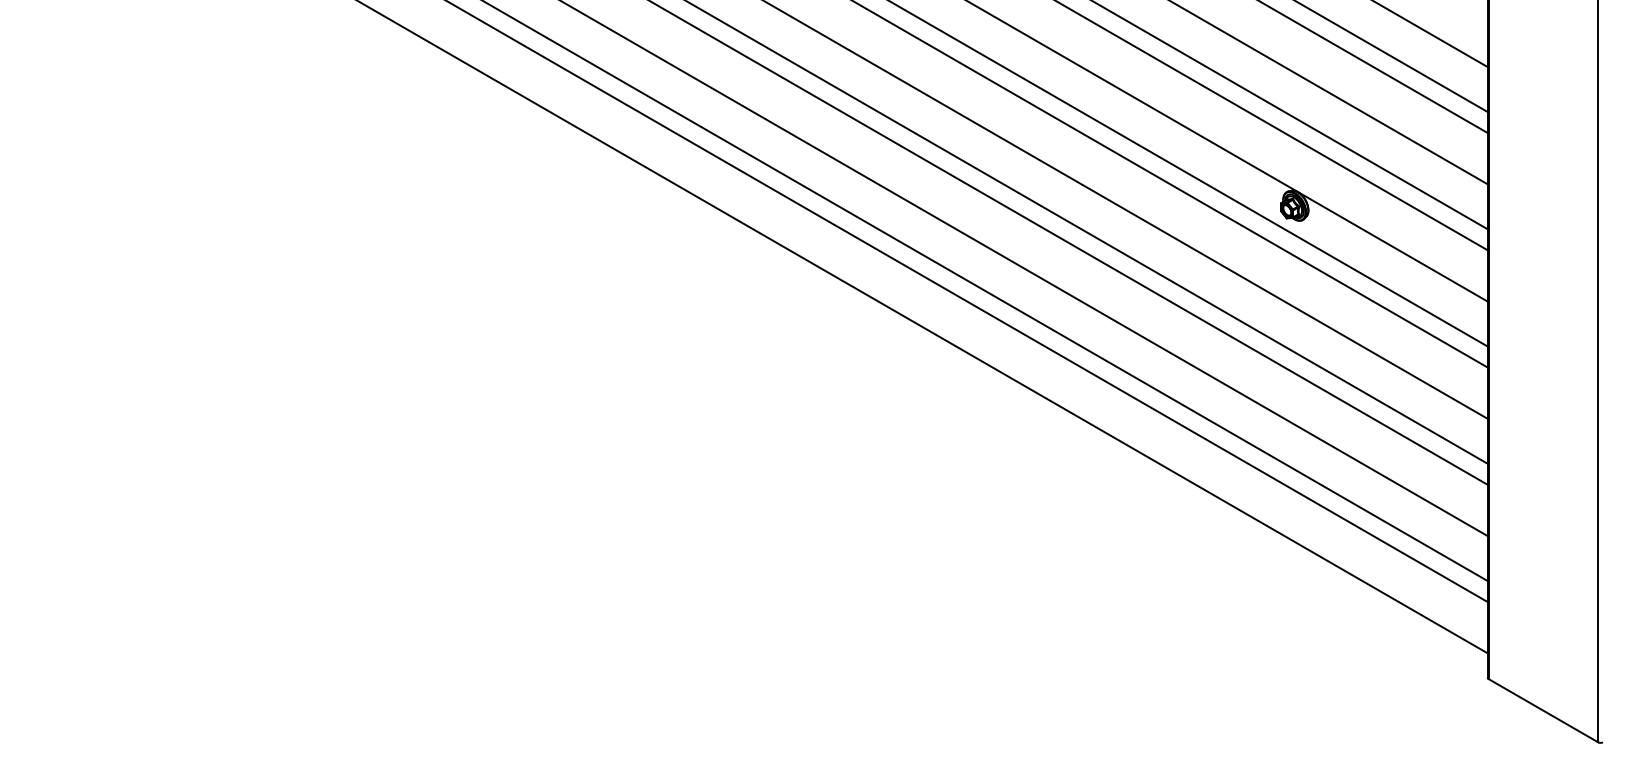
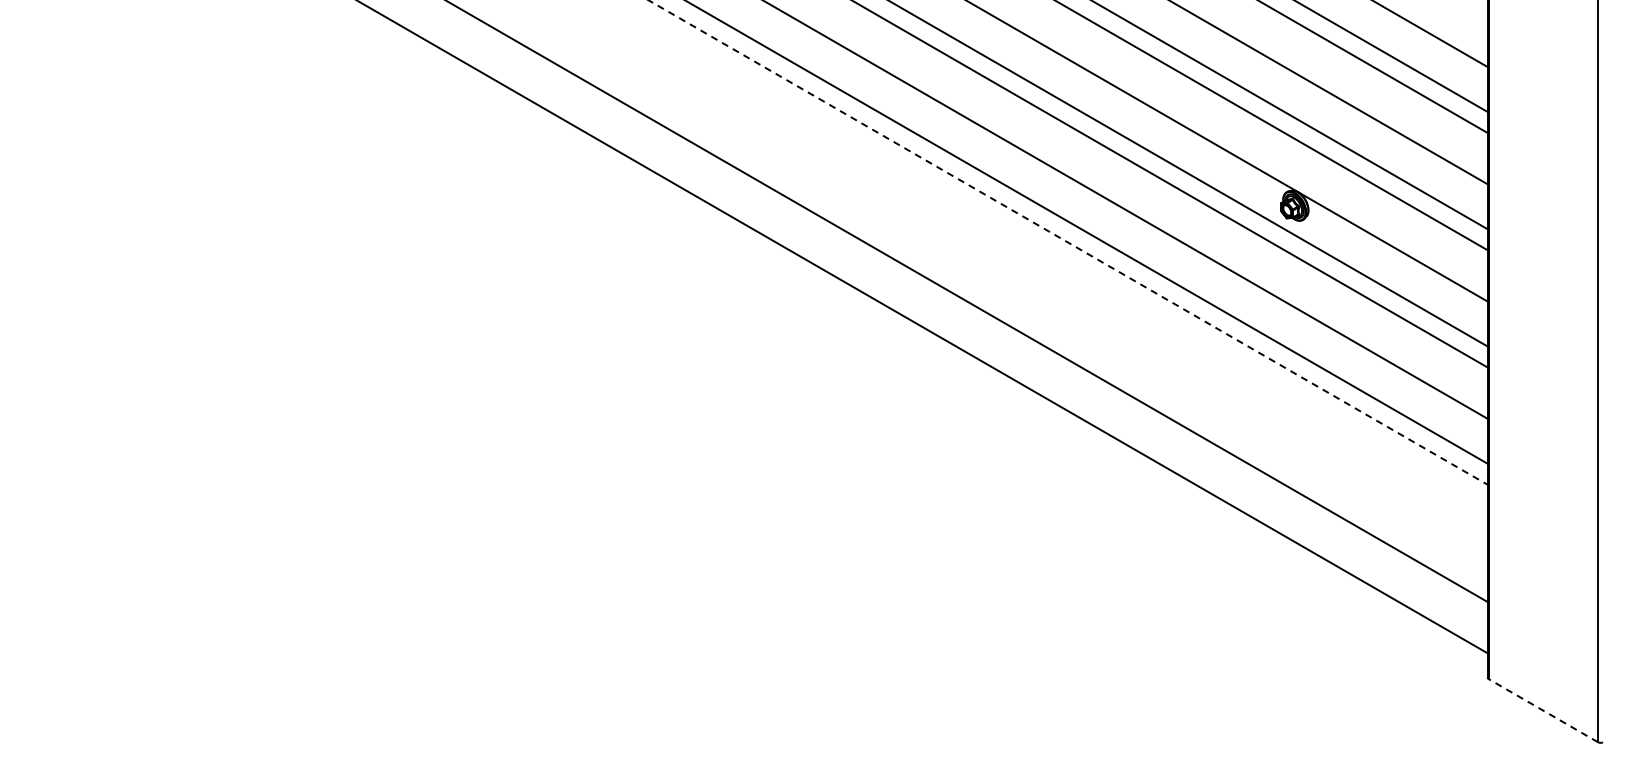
line at (1067, 242): solid -> dashed
line at (1024, 269): present -> none
line at (986, 291): present -> none
line at (1543, 710): solid -> dashed
